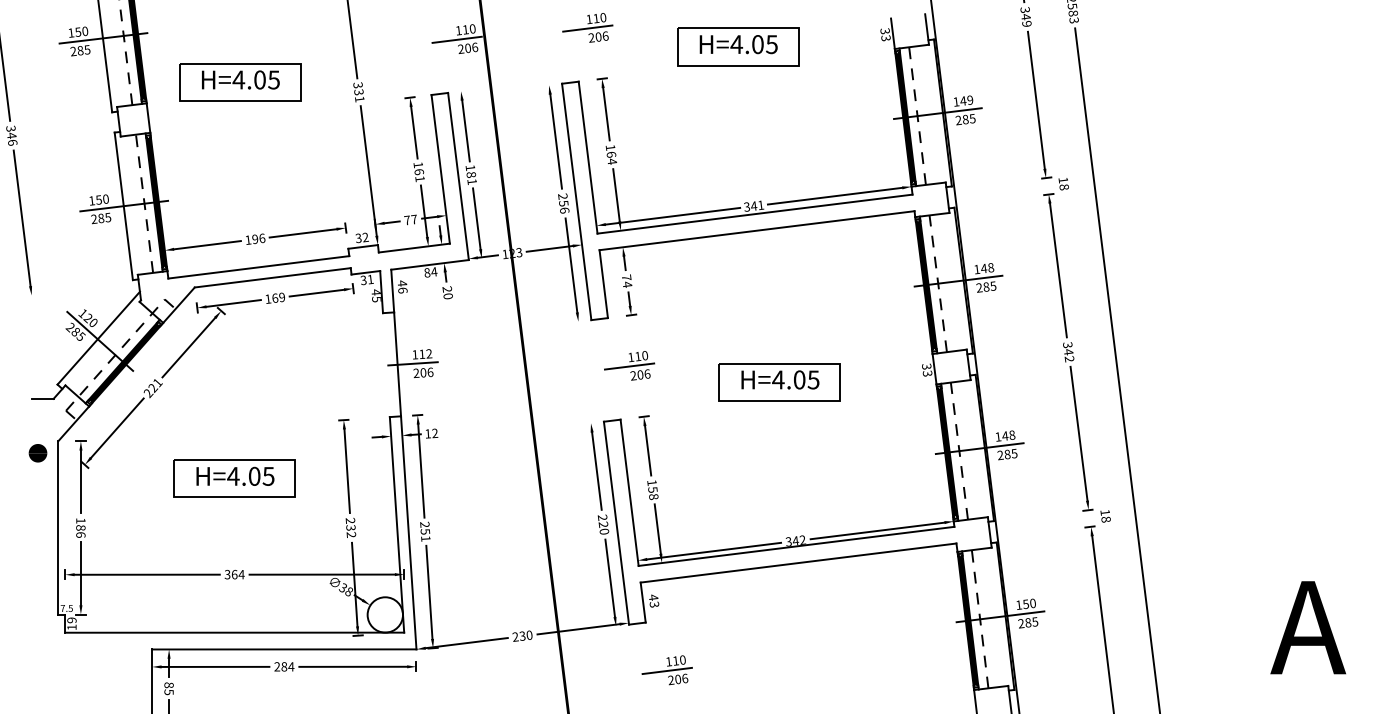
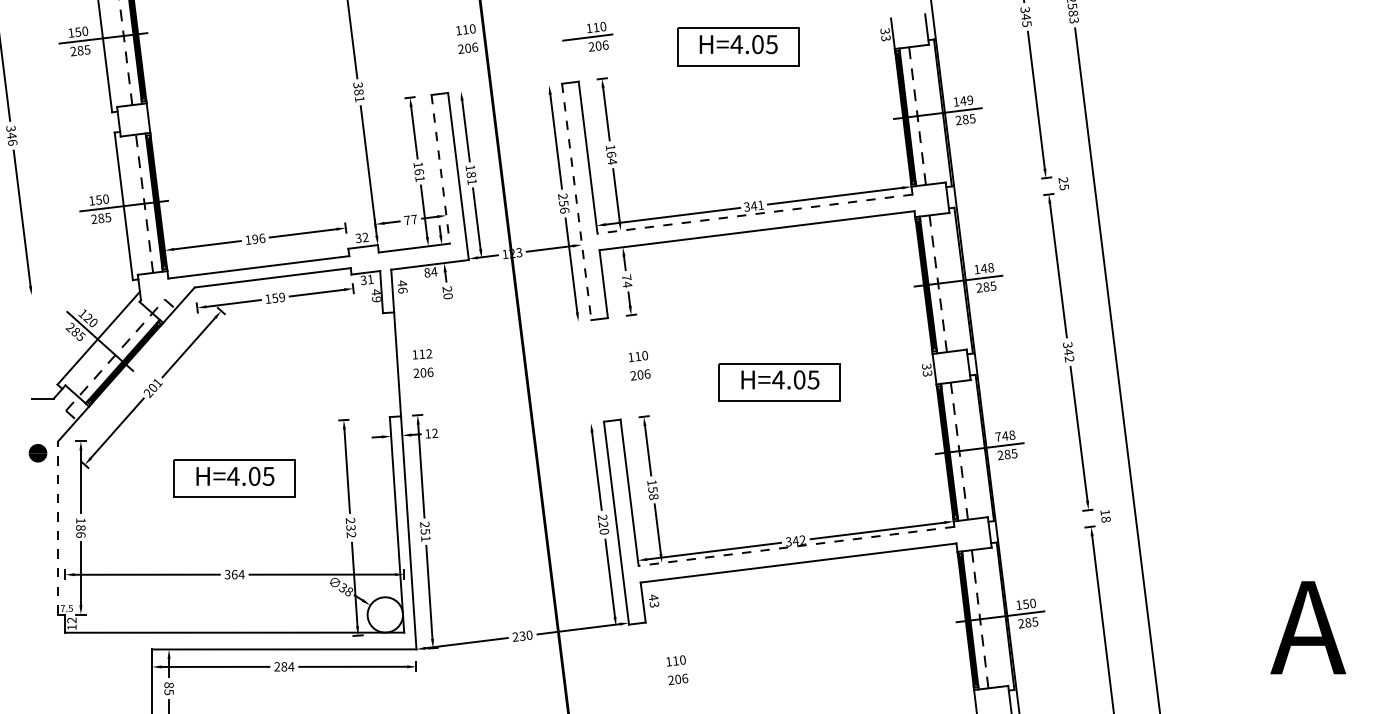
text at (1026, 23): 349 -> 345
part at (587, 27) position: (587, 27) -> (587, 36)
line at (456, 39): present -> none
part at (240, 82): present -> none
text at (358, 92): 331 -> 381
line at (440, 169): solid -> dashed
text at (1063, 183): 18 -> 25
line at (576, 202): solid -> dashed
line at (755, 214): solid -> dashed
text at (275, 297): 169 -> 159
text at (376, 299): 45 -> 49
line at (412, 363): present -> none
line at (629, 366): present -> none
text at (153, 388): 221 -> 201
text at (998, 436): 148 -> 748
line at (58, 527): solid -> dashed
line at (796, 546): solid -> dashed
text at (72, 620): 19 -> 12
line at (666, 670): present -> none
